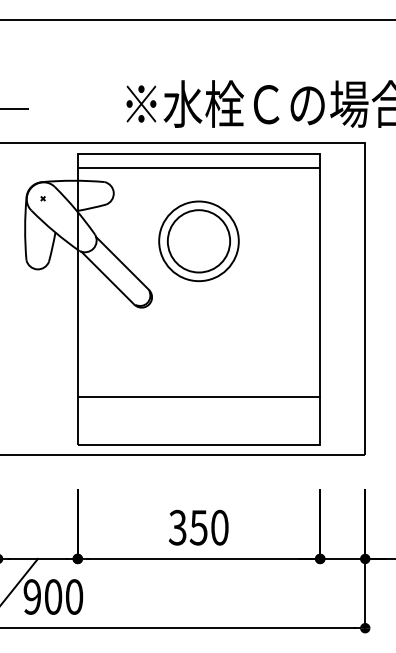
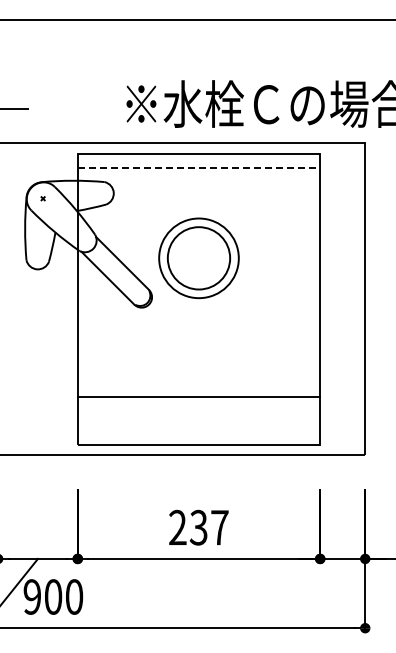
line at (199, 168): solid -> dashed
part at (198, 241) position: (198, 241) -> (198, 258)
text at (198, 527): 350 -> 237
